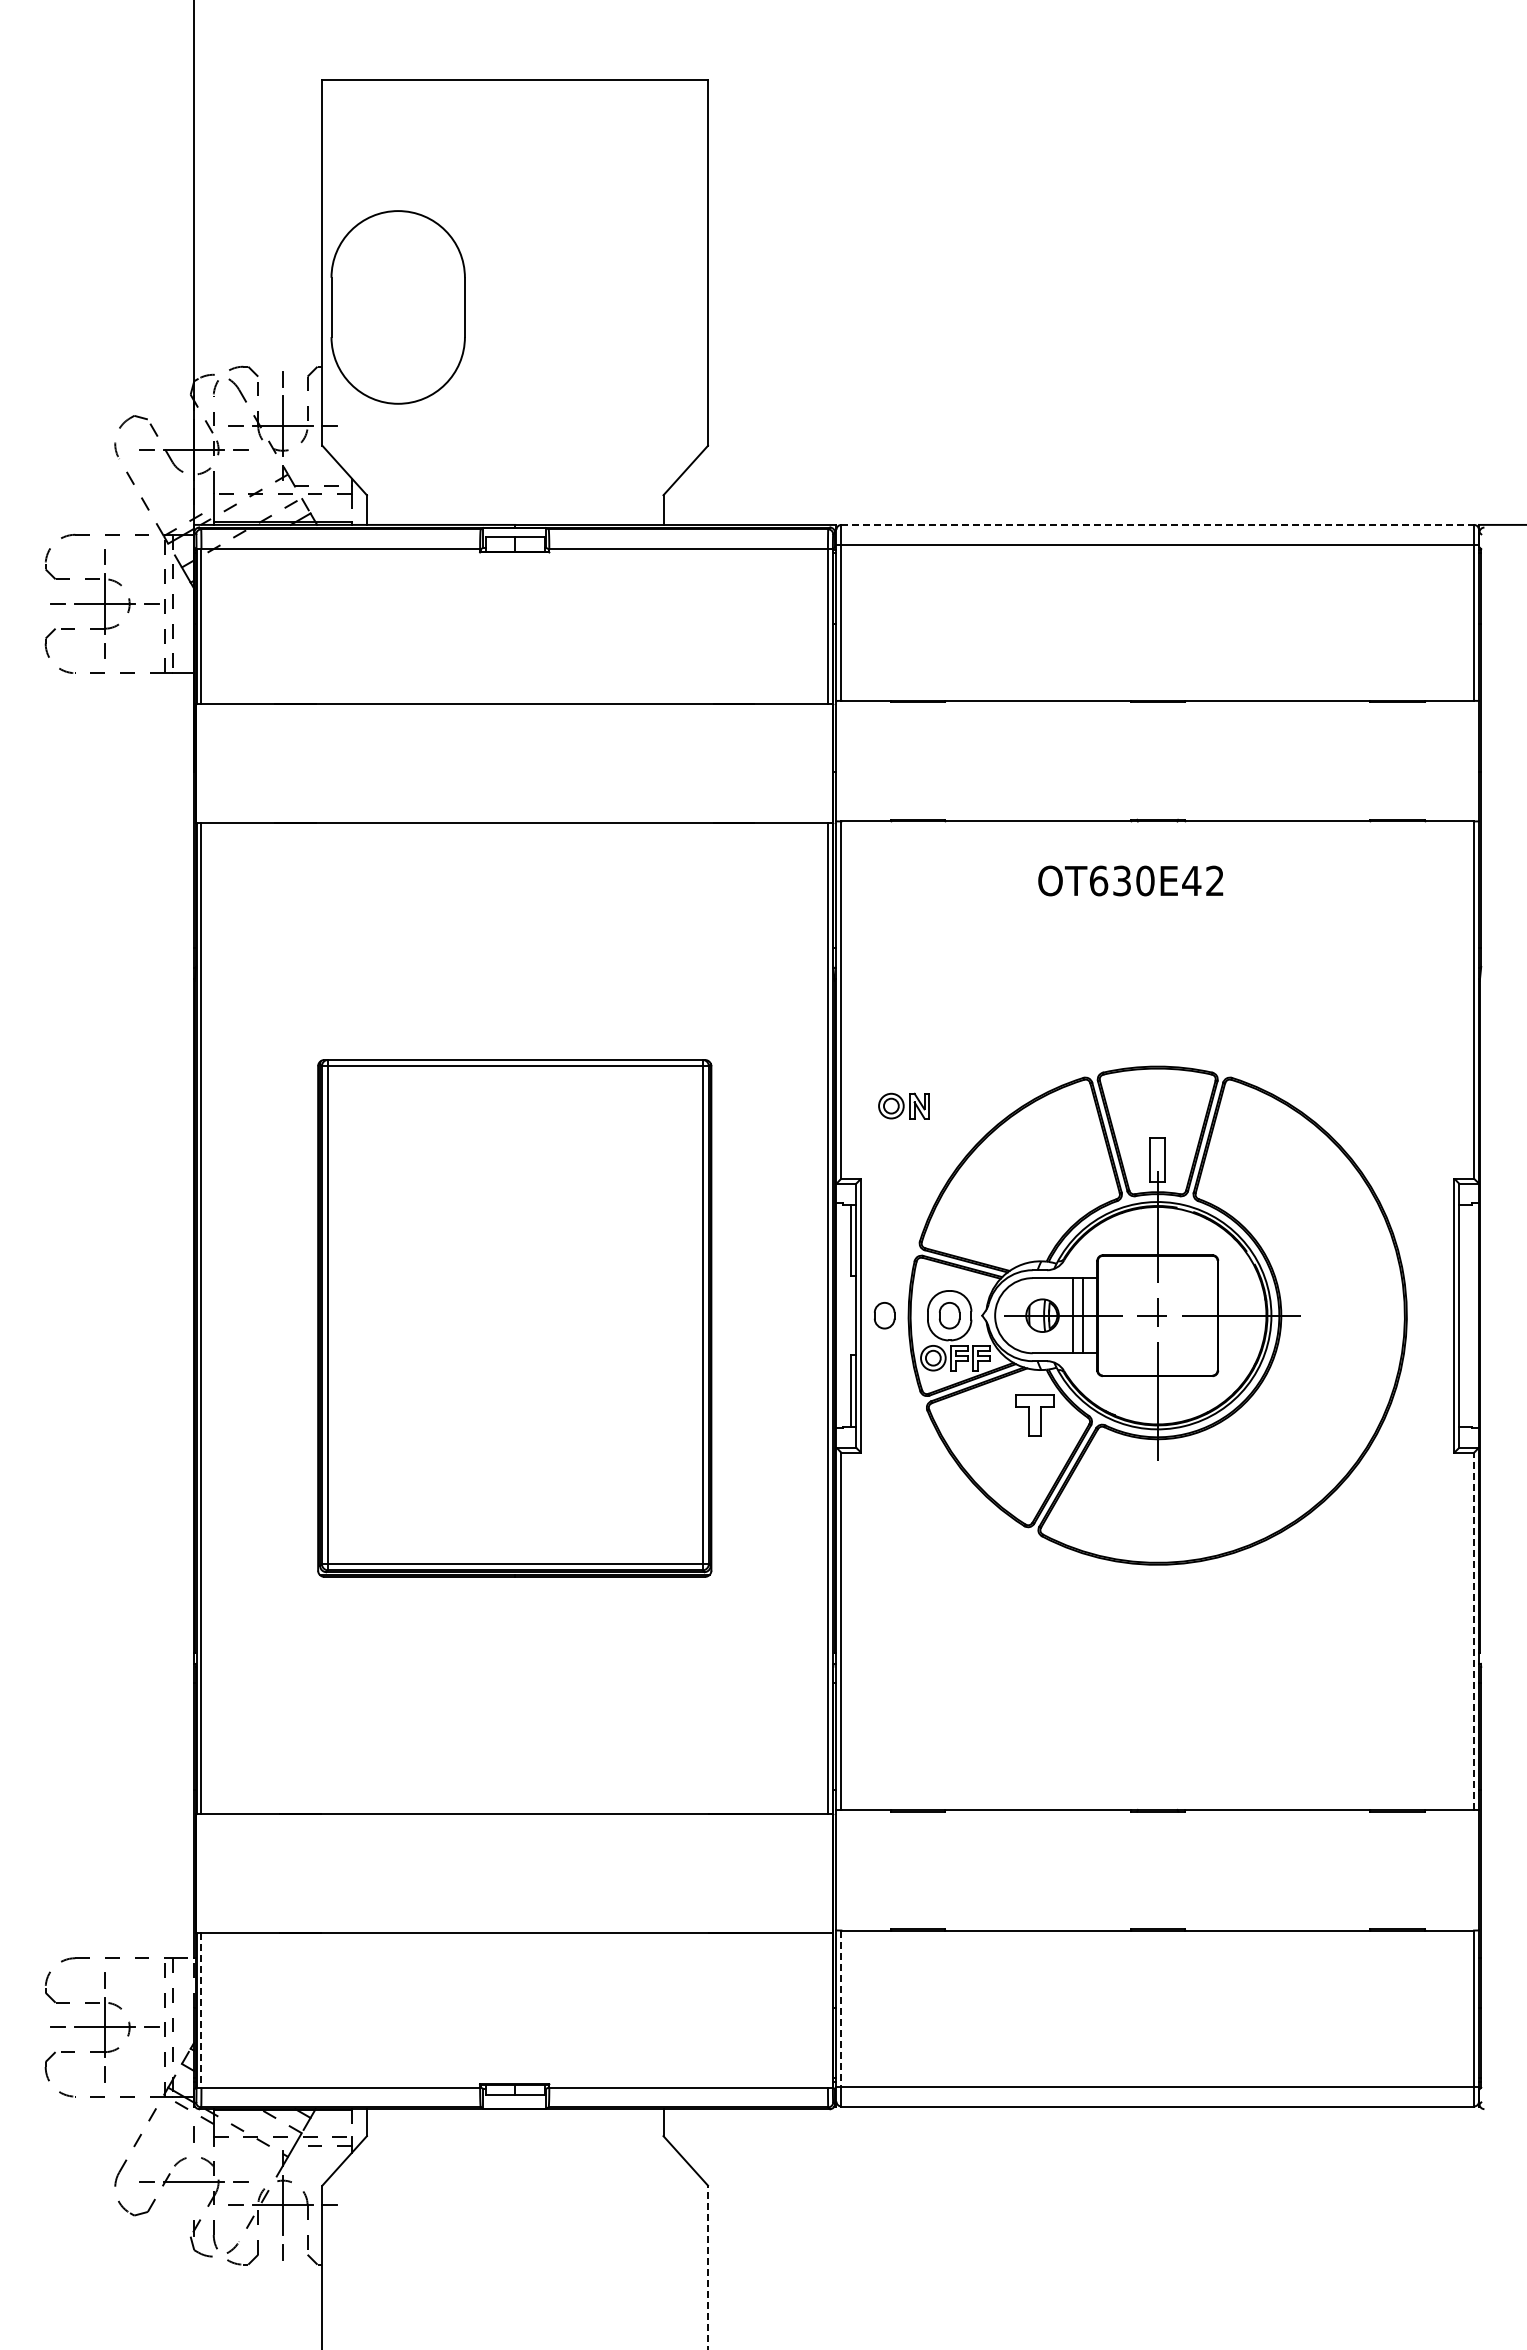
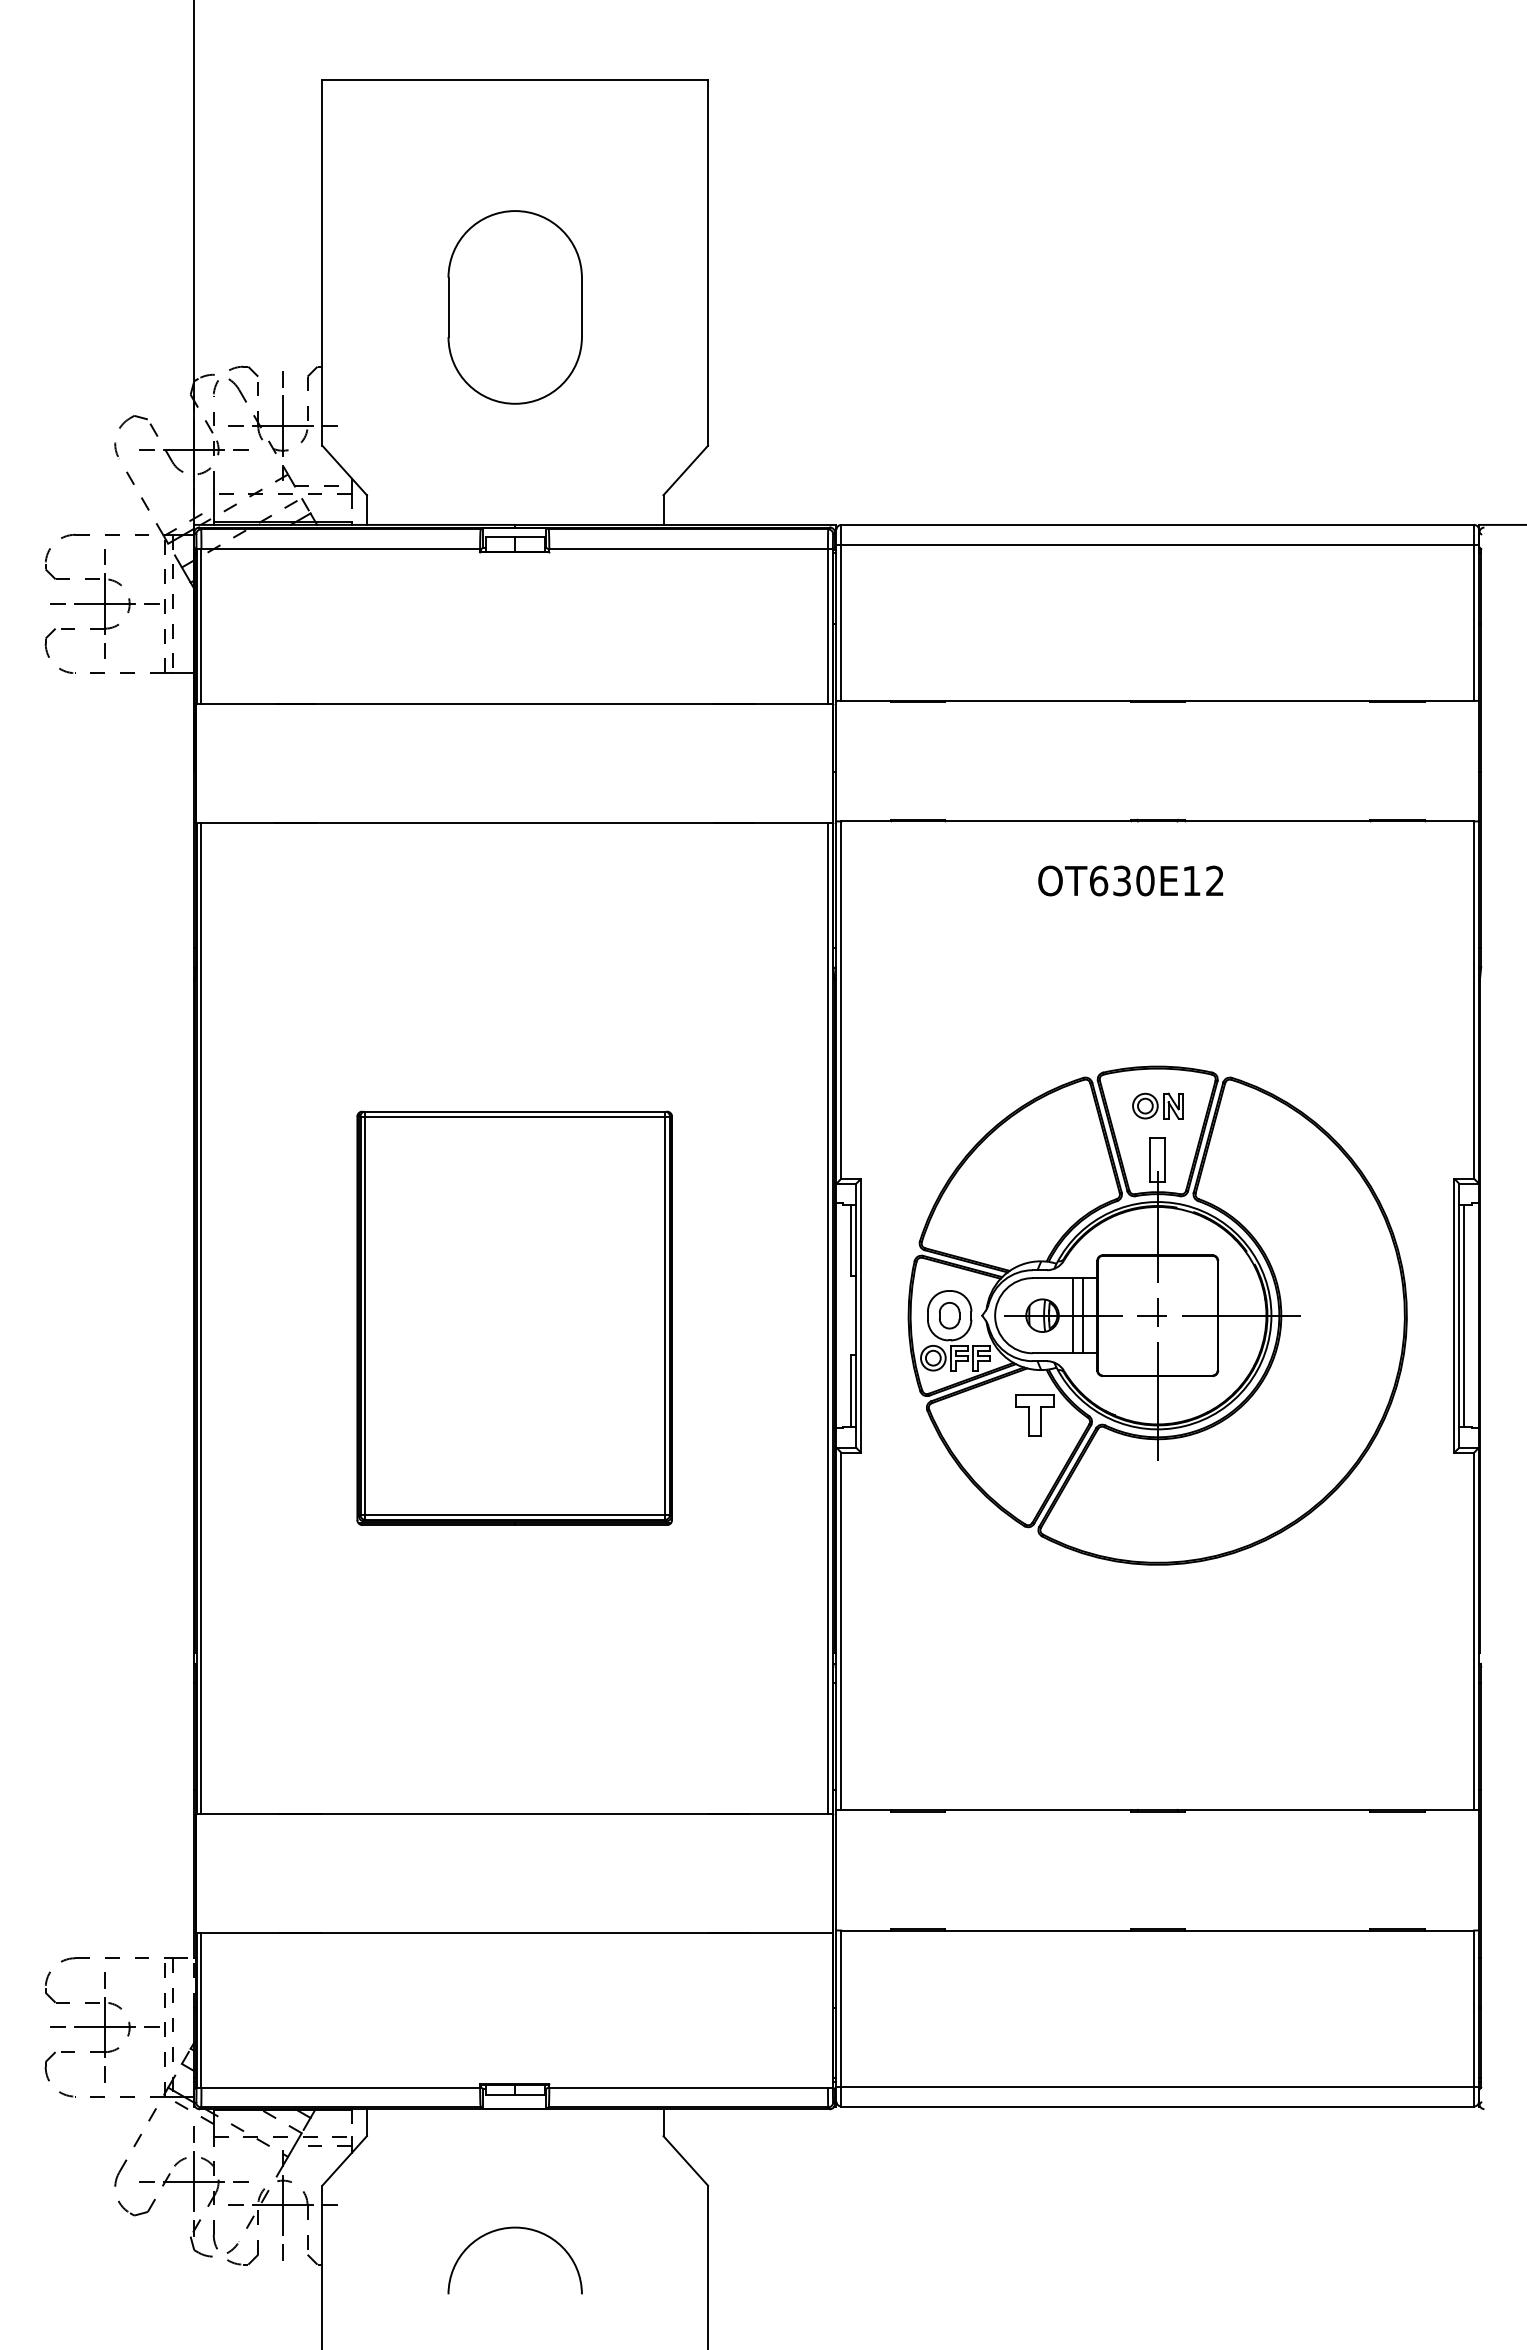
part at (397, 307) position: (397, 307) -> (514, 307)
line at (1158, 524): dashed -> solid
text at (1191, 880): OT630E42 -> OT630E12
part at (903, 1105) position: (903, 1105) -> (1157, 1105)
part at (884, 1315): present -> none
line at (1464, 1315): none -> present
part at (514, 1318) size: 396x519 px -> 317x416 px
line at (1474, 1631): dashed -> solid
line at (841, 2009): dashed -> solid
line at (201, 2010): dashed -> solid
line at (193, 2181): none -> present
arc at (514, 2228): none -> present
line at (707, 2267): dashed -> solid
